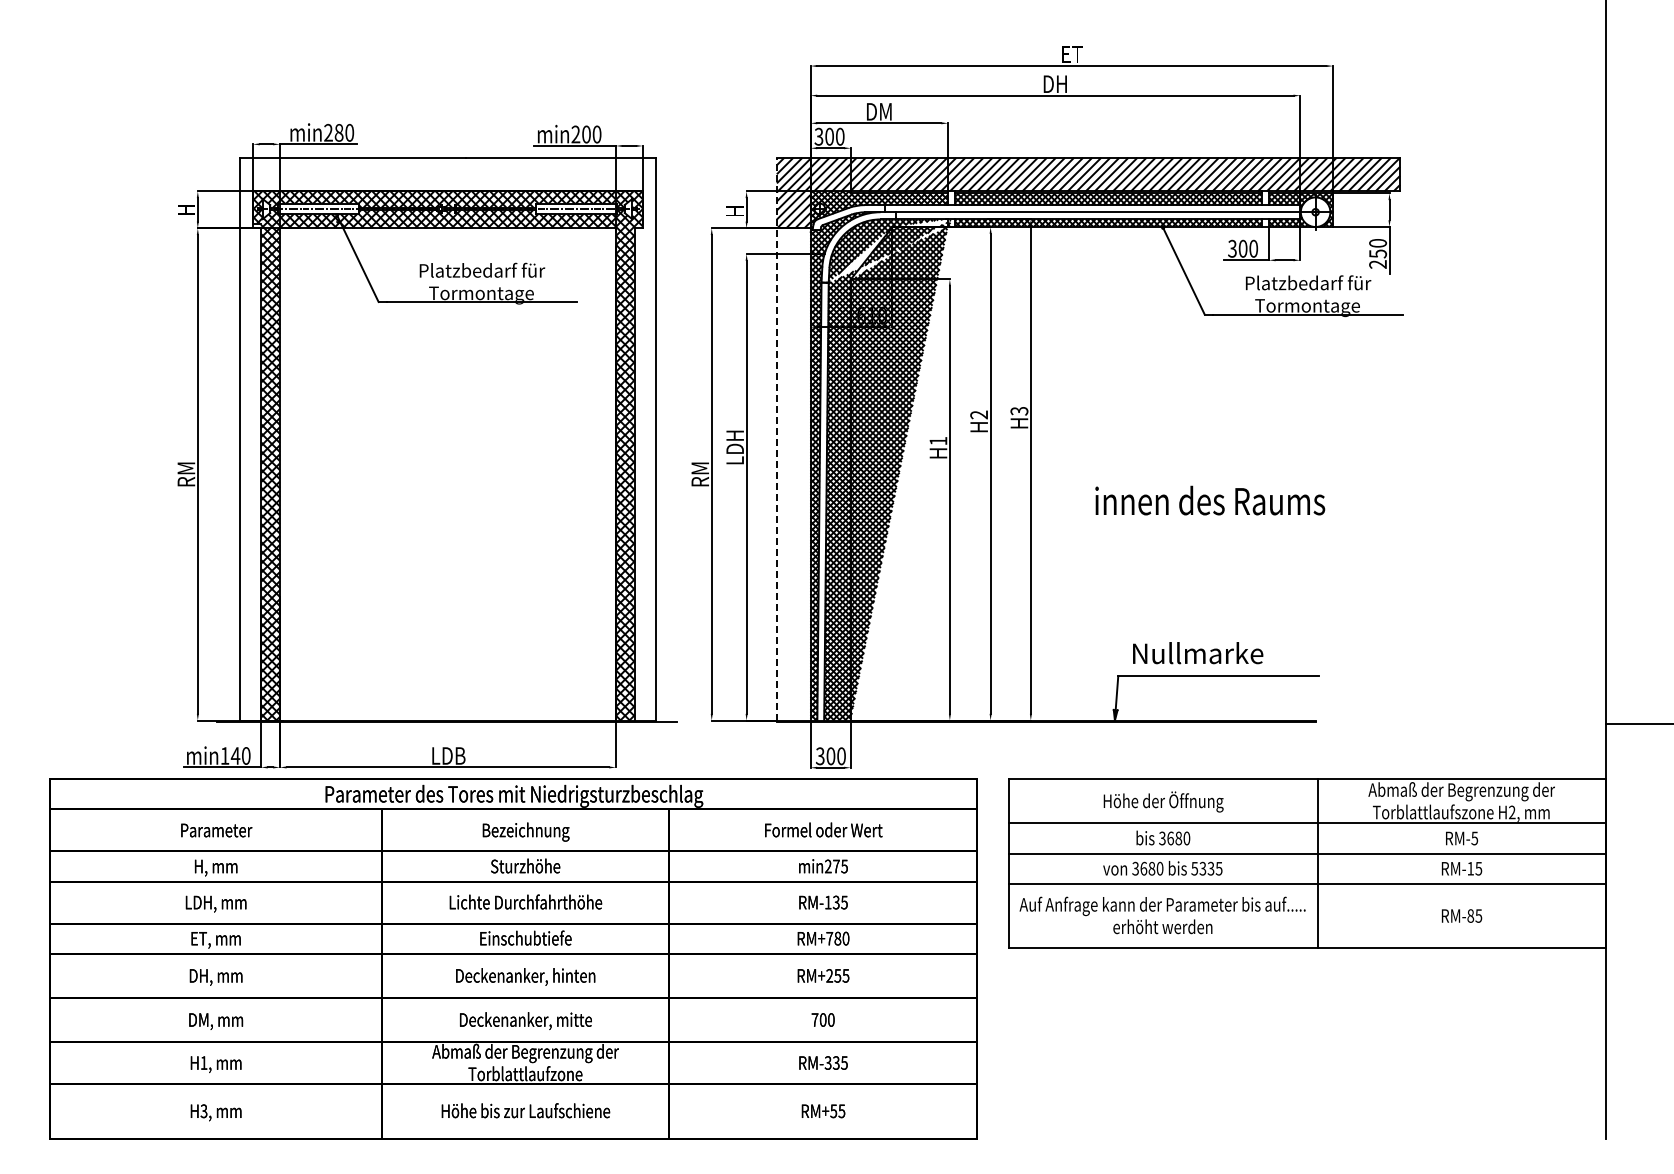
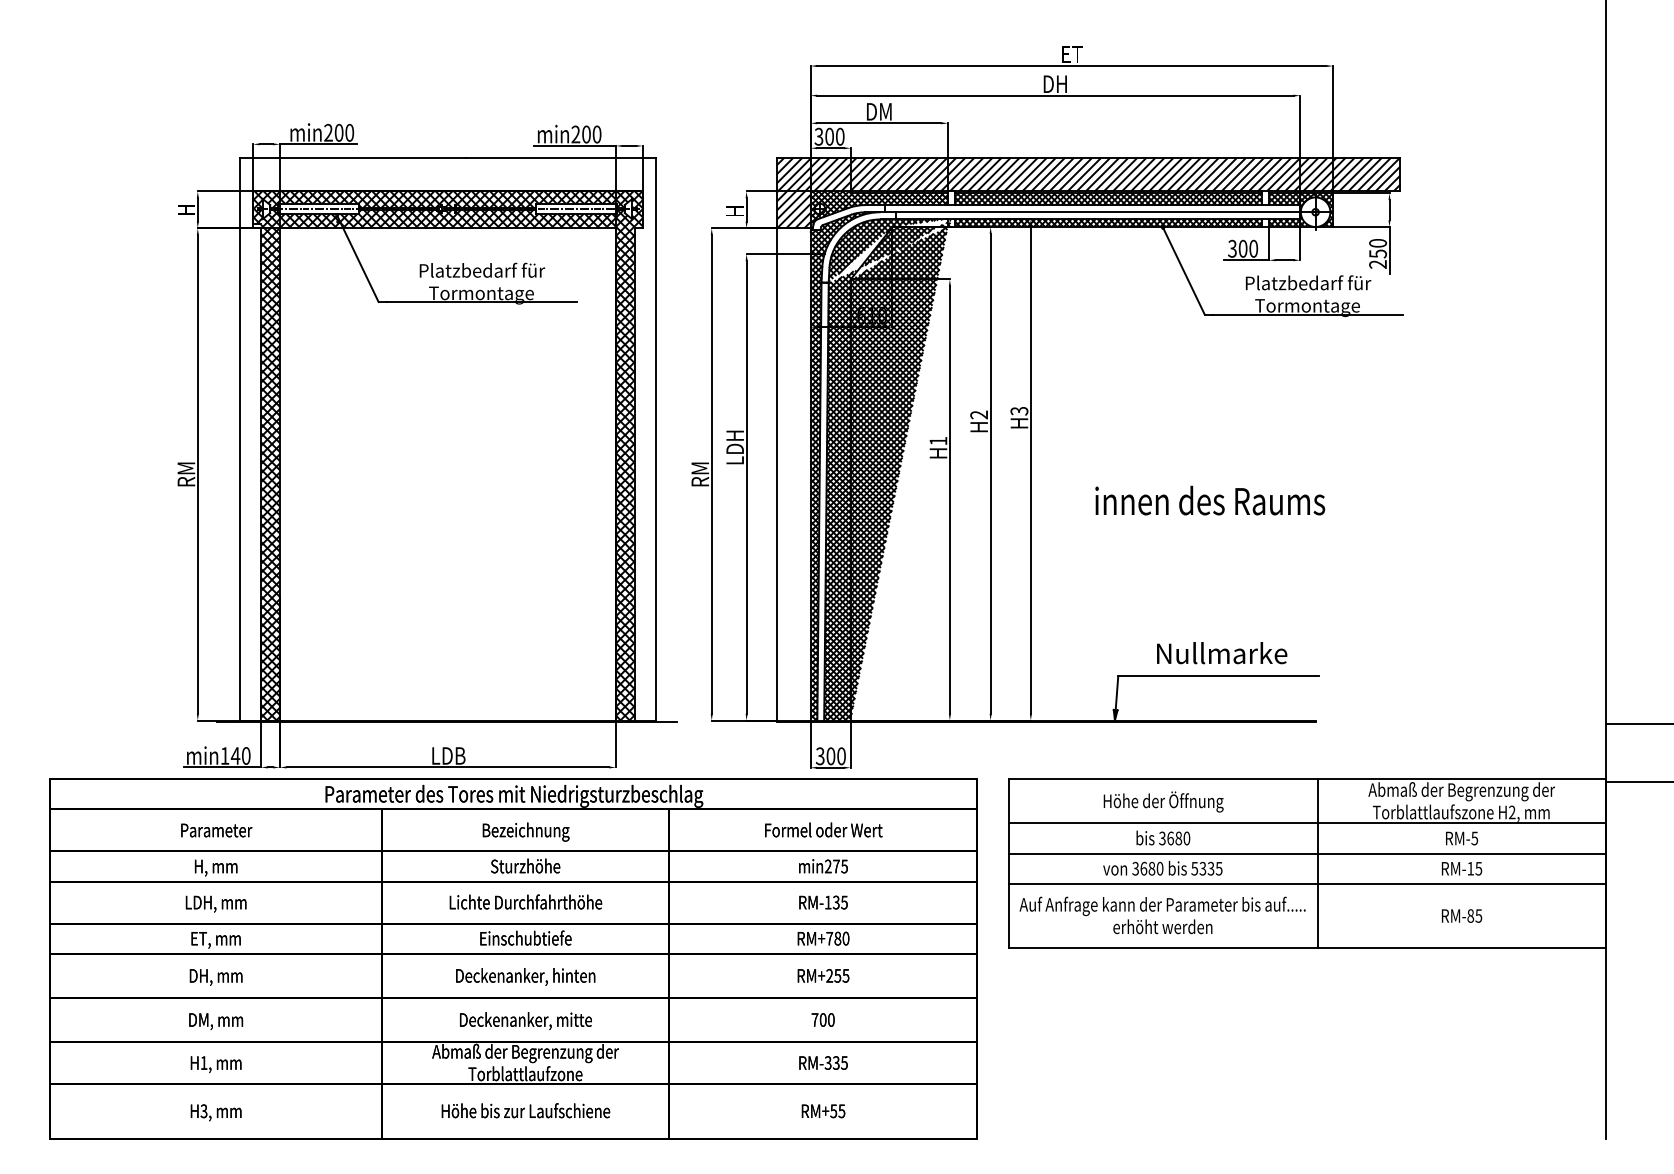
text at (338, 132): min280 -> min200
line at (776, 438): dashed -> solid
text at (1198, 653) position: (1198, 653) -> (1222, 653)
line at (1637, 782): none -> present
